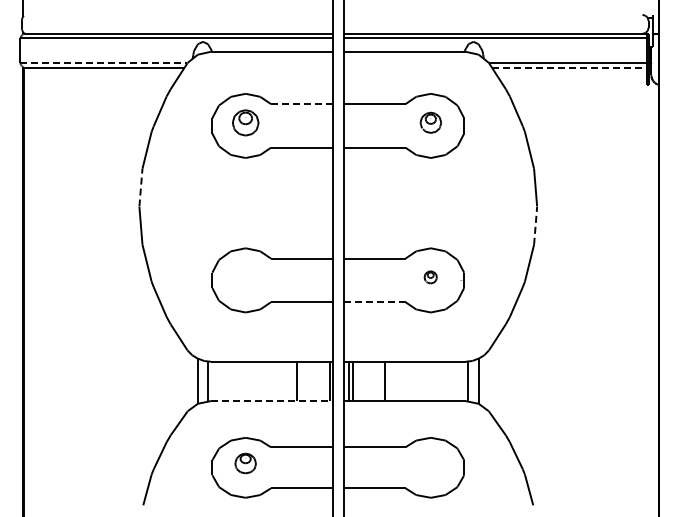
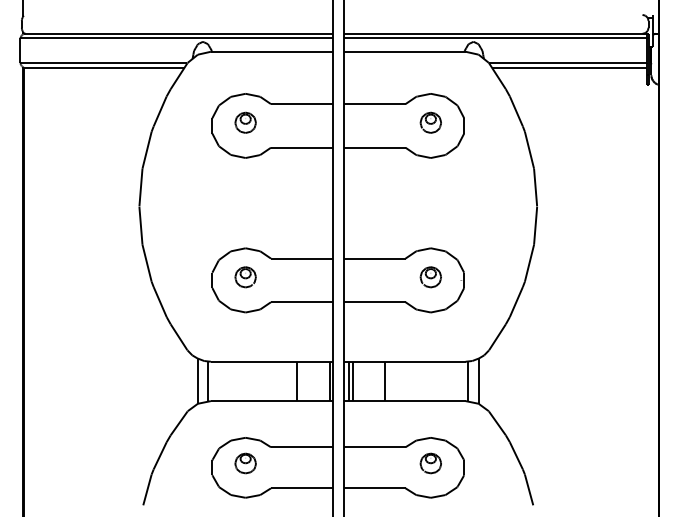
line at (103, 63): dashed -> solid
line at (569, 67): dashed -> solid
line at (301, 104): dashed -> solid
part at (245, 122) size: 28x28 px -> 23x23 px
line at (140, 187): dashed -> solid
line at (535, 225): dashed -> solid
part at (245, 277): none -> present
part at (430, 277) size: 15x15 px -> 23x23 px
line at (374, 302): dashed -> solid
line at (271, 401): dashed -> solid
part at (430, 463): none -> present
